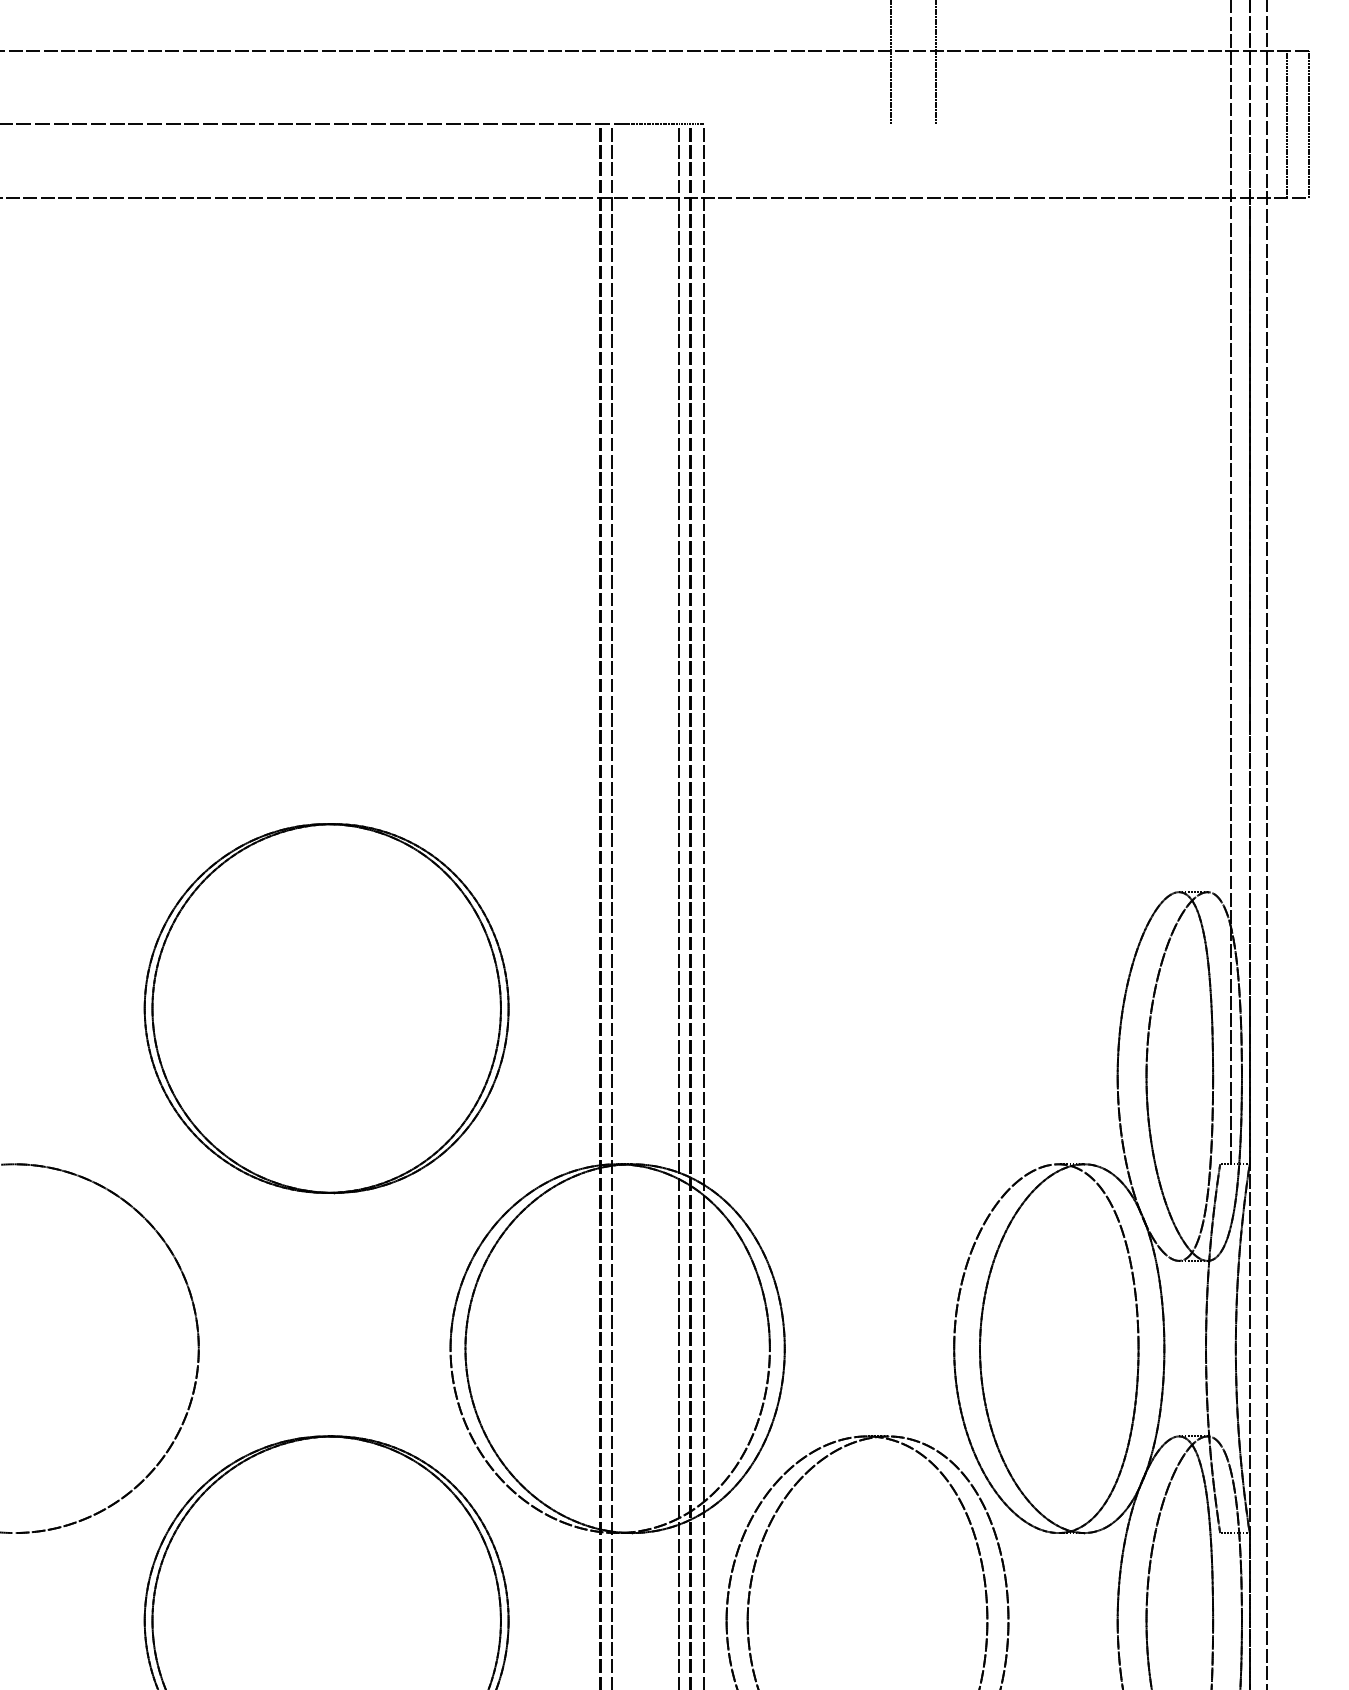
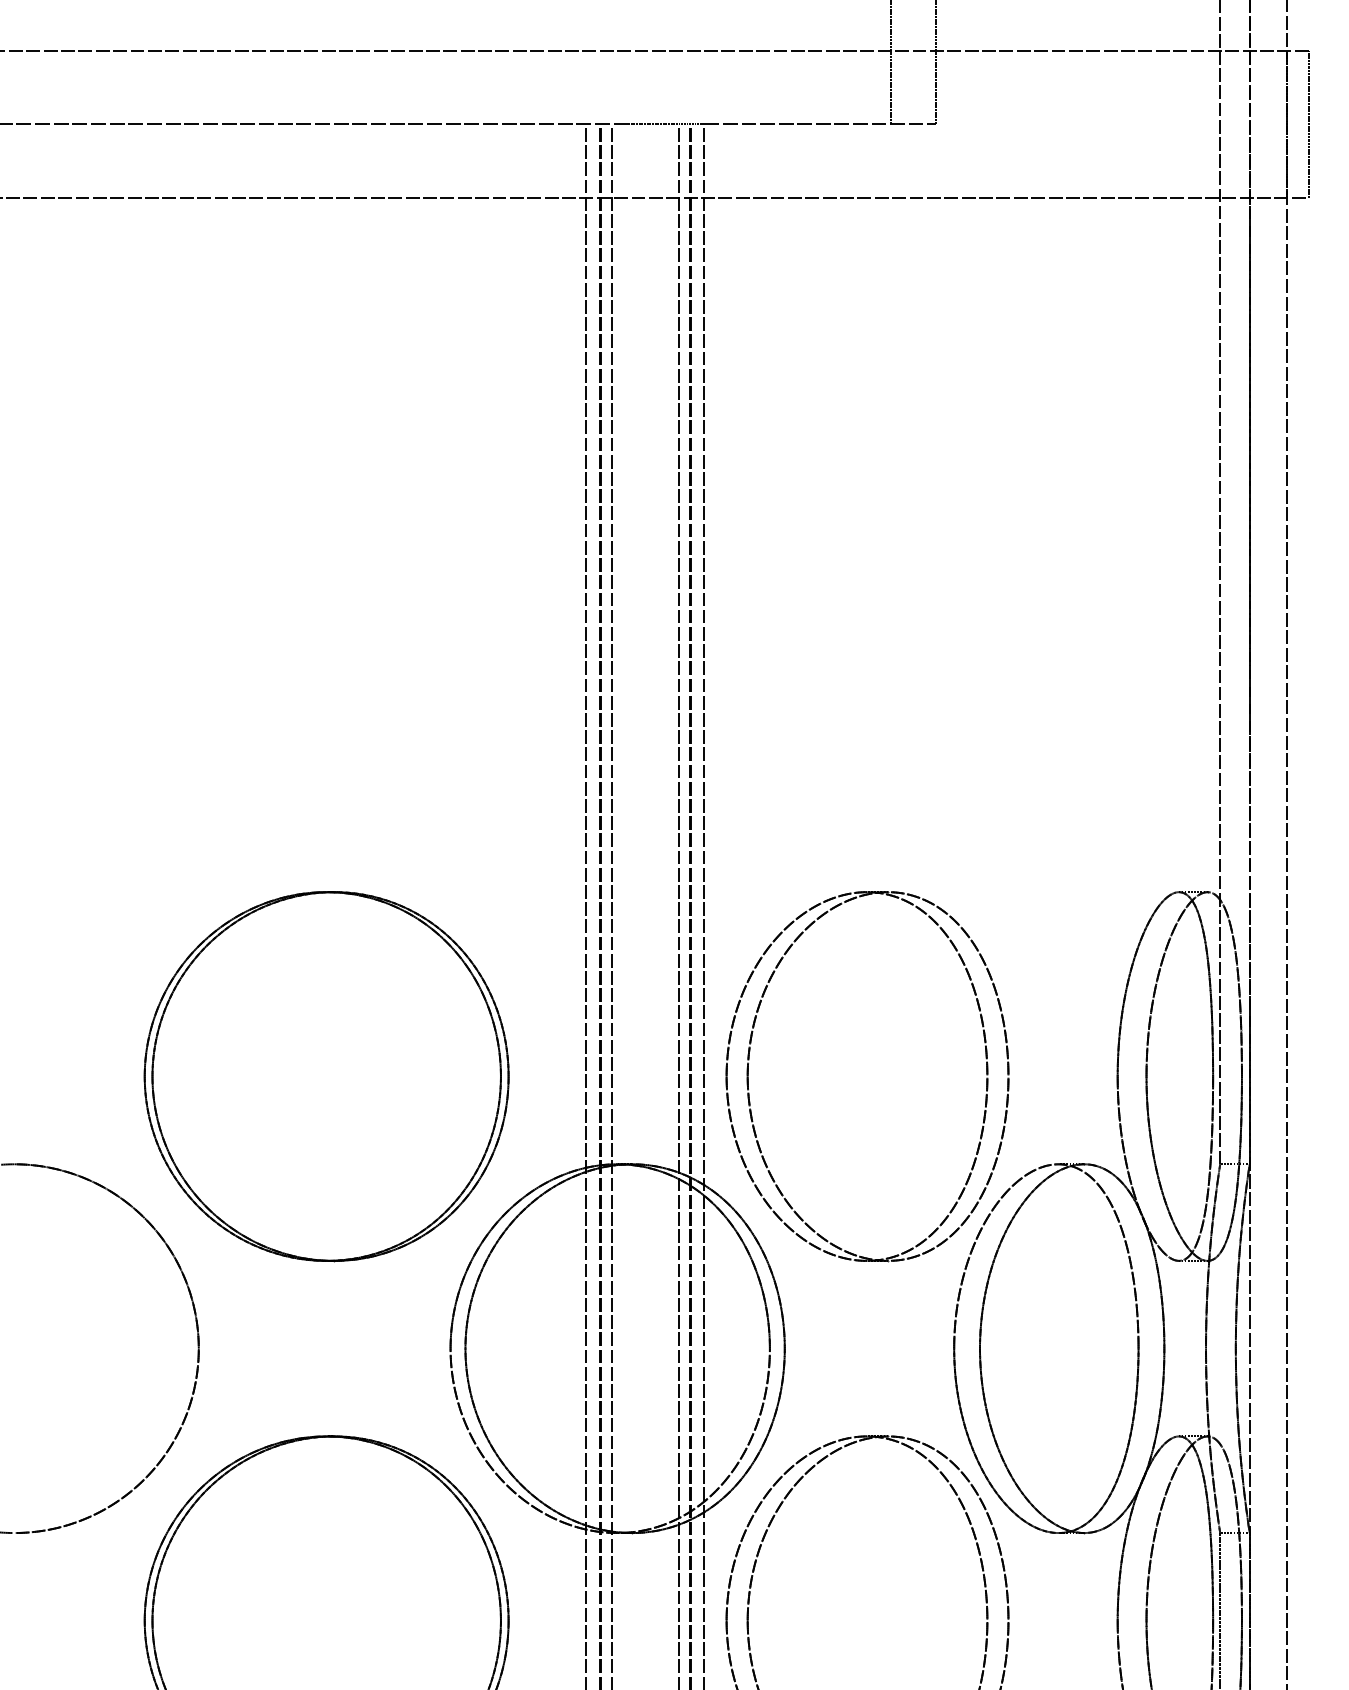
line at (820, 124): none -> present
line at (1231, 583) position: (1231, 583) -> (1220, 583)
line at (1266, 844) position: (1266, 844) -> (1286, 844)
line at (586, 905): none -> present
part at (326, 1008) position: (326, 1008) -> (326, 1076)
part at (748, 1076): none -> present
line at (1220, 1609): none -> present
